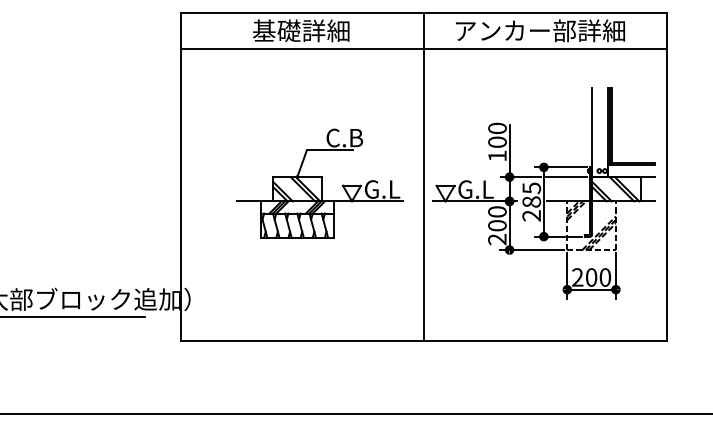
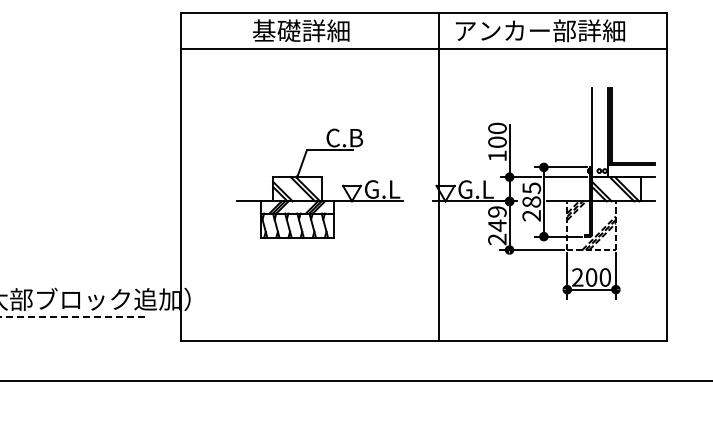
line at (424, 177) position: (424, 177) -> (439, 177)
text at (497, 219): 200 -> 249
line at (72, 316): solid -> dashed
line at (355, 413) position: (355, 413) -> (355, 380)
